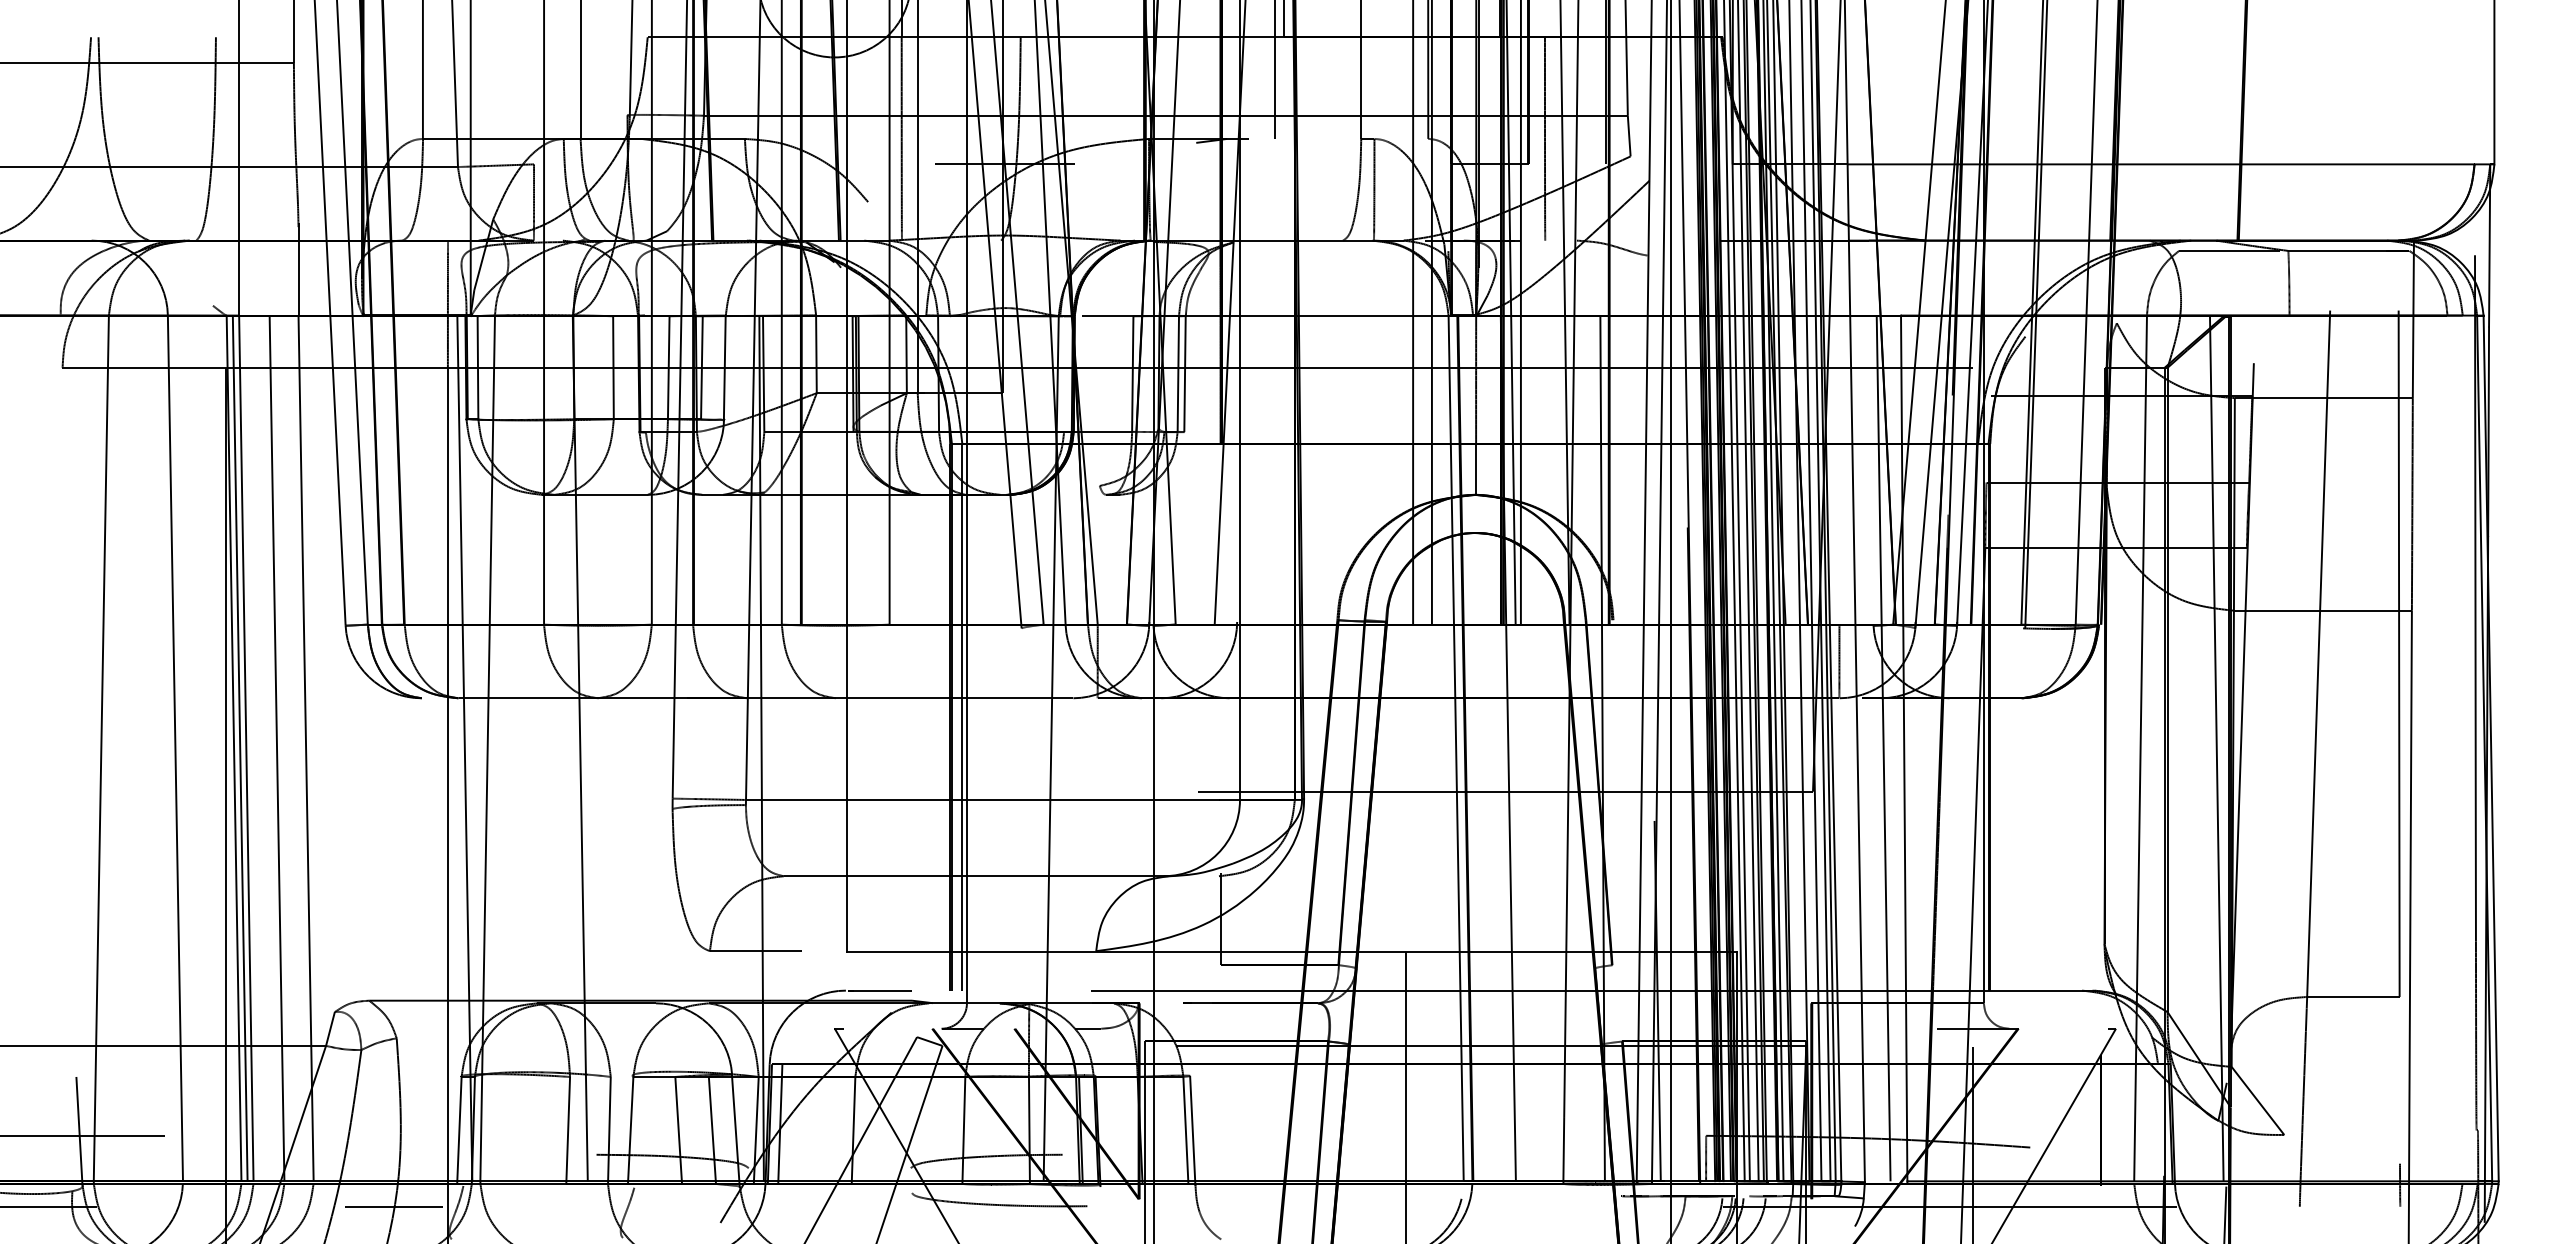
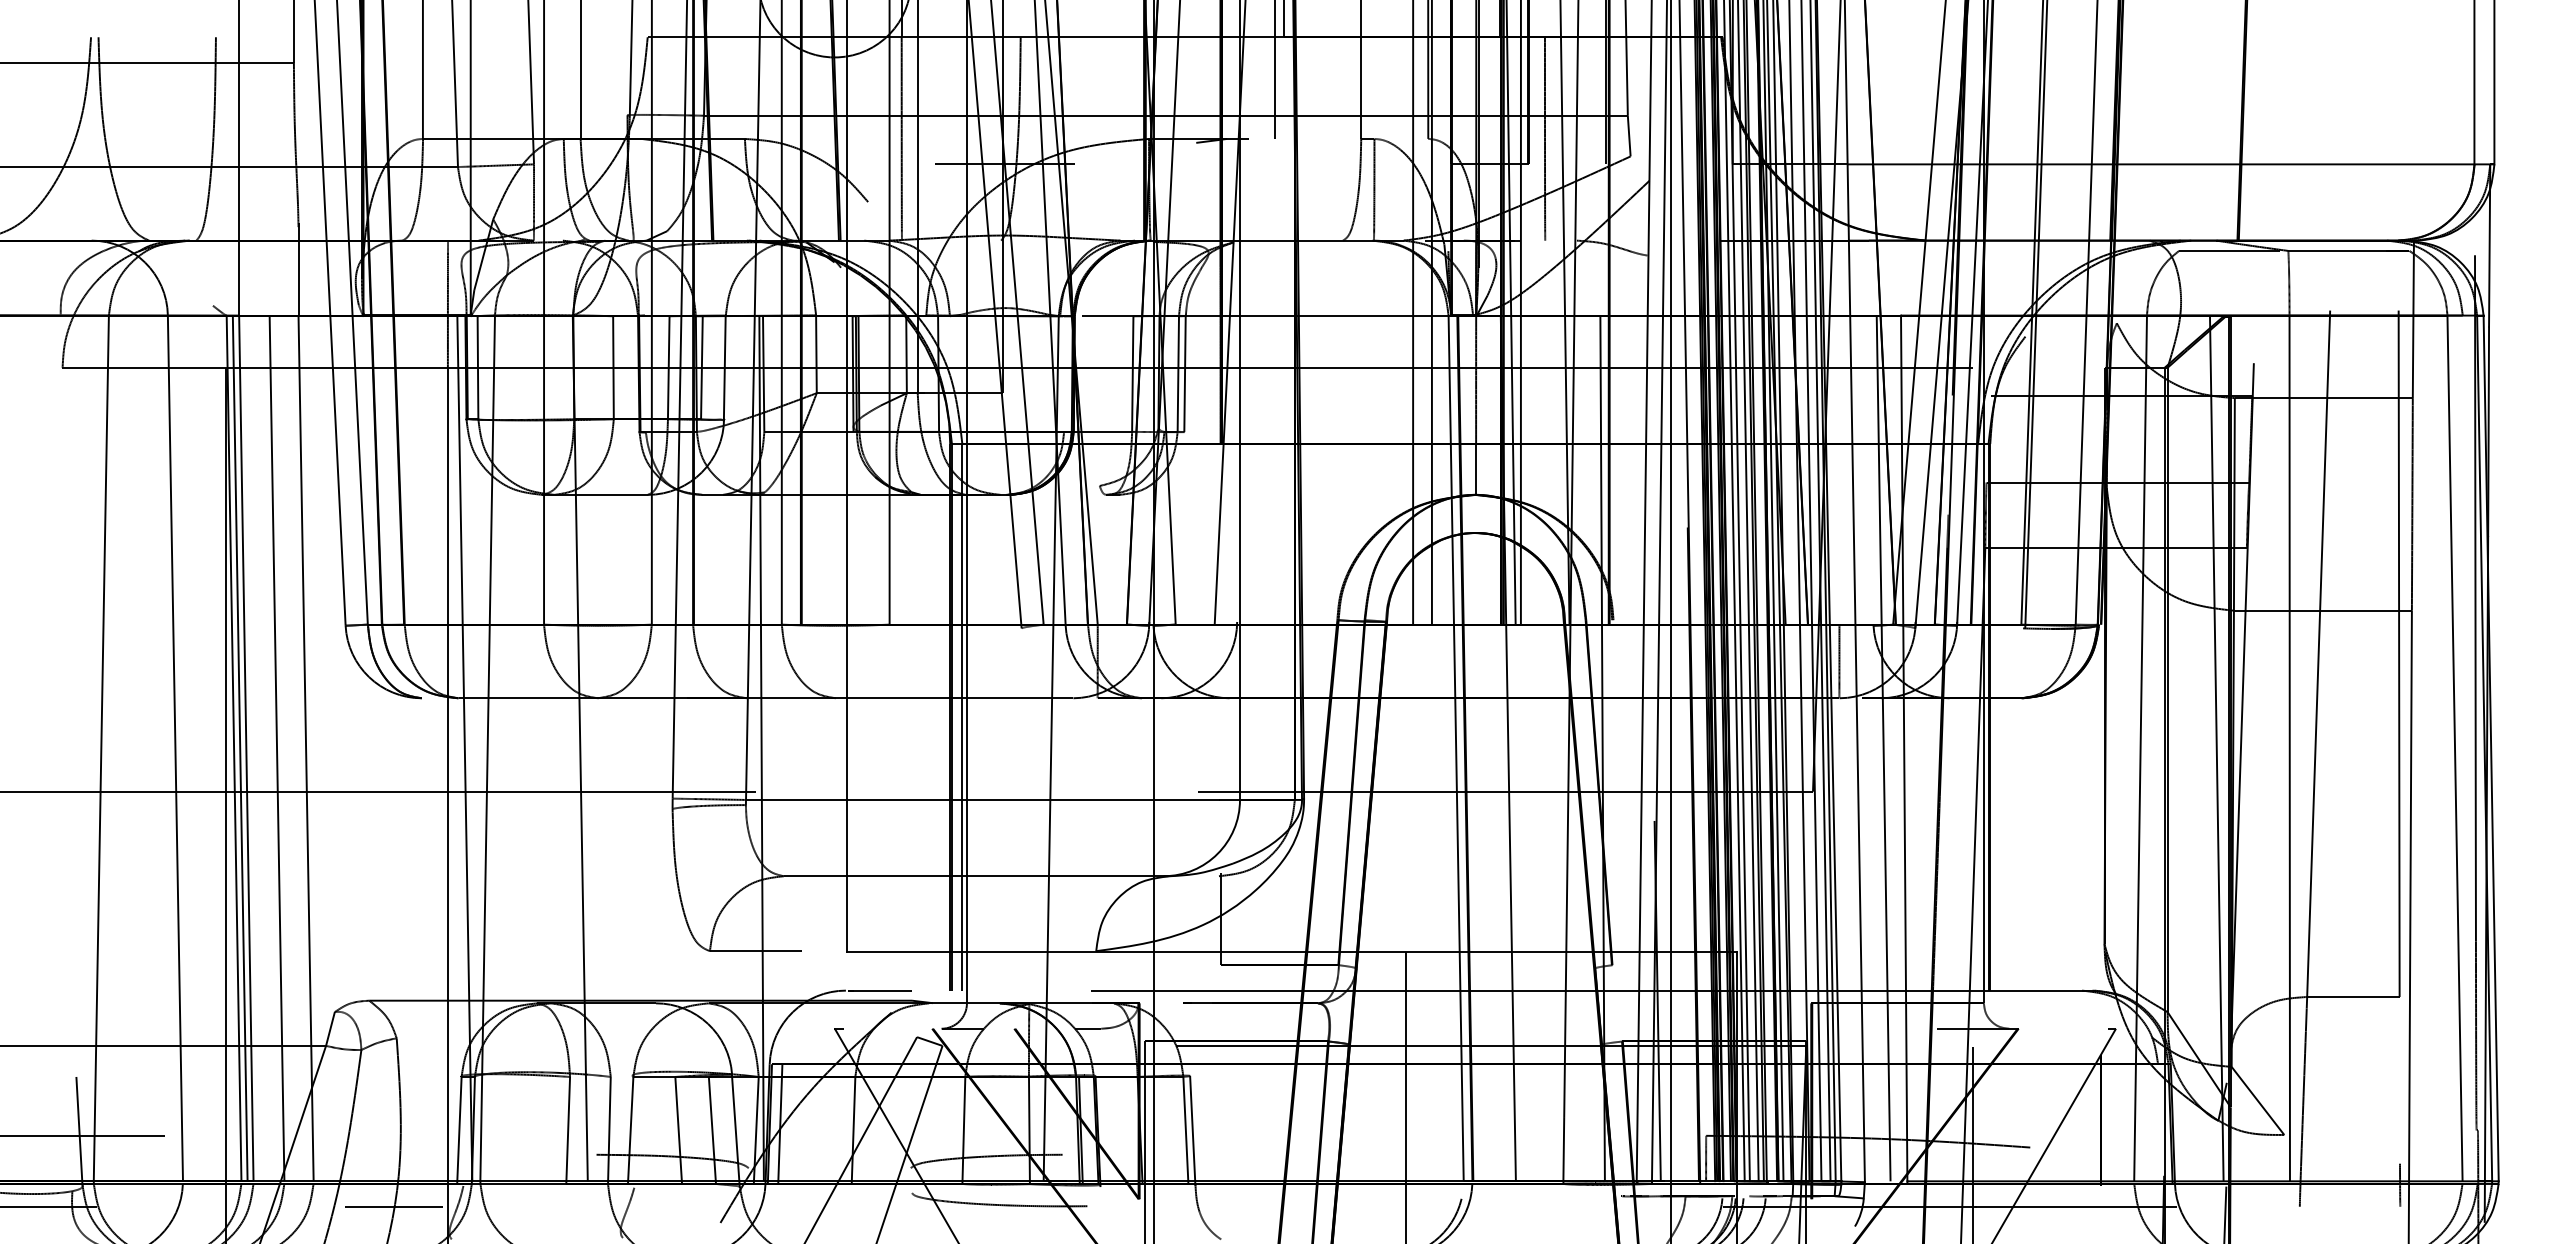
line at (531, 83): none -> present
line at (2474, 83): none -> present
line at (2289, 748): none -> present
line at (2454, 748): none -> present
line at (378, 791): none -> present
